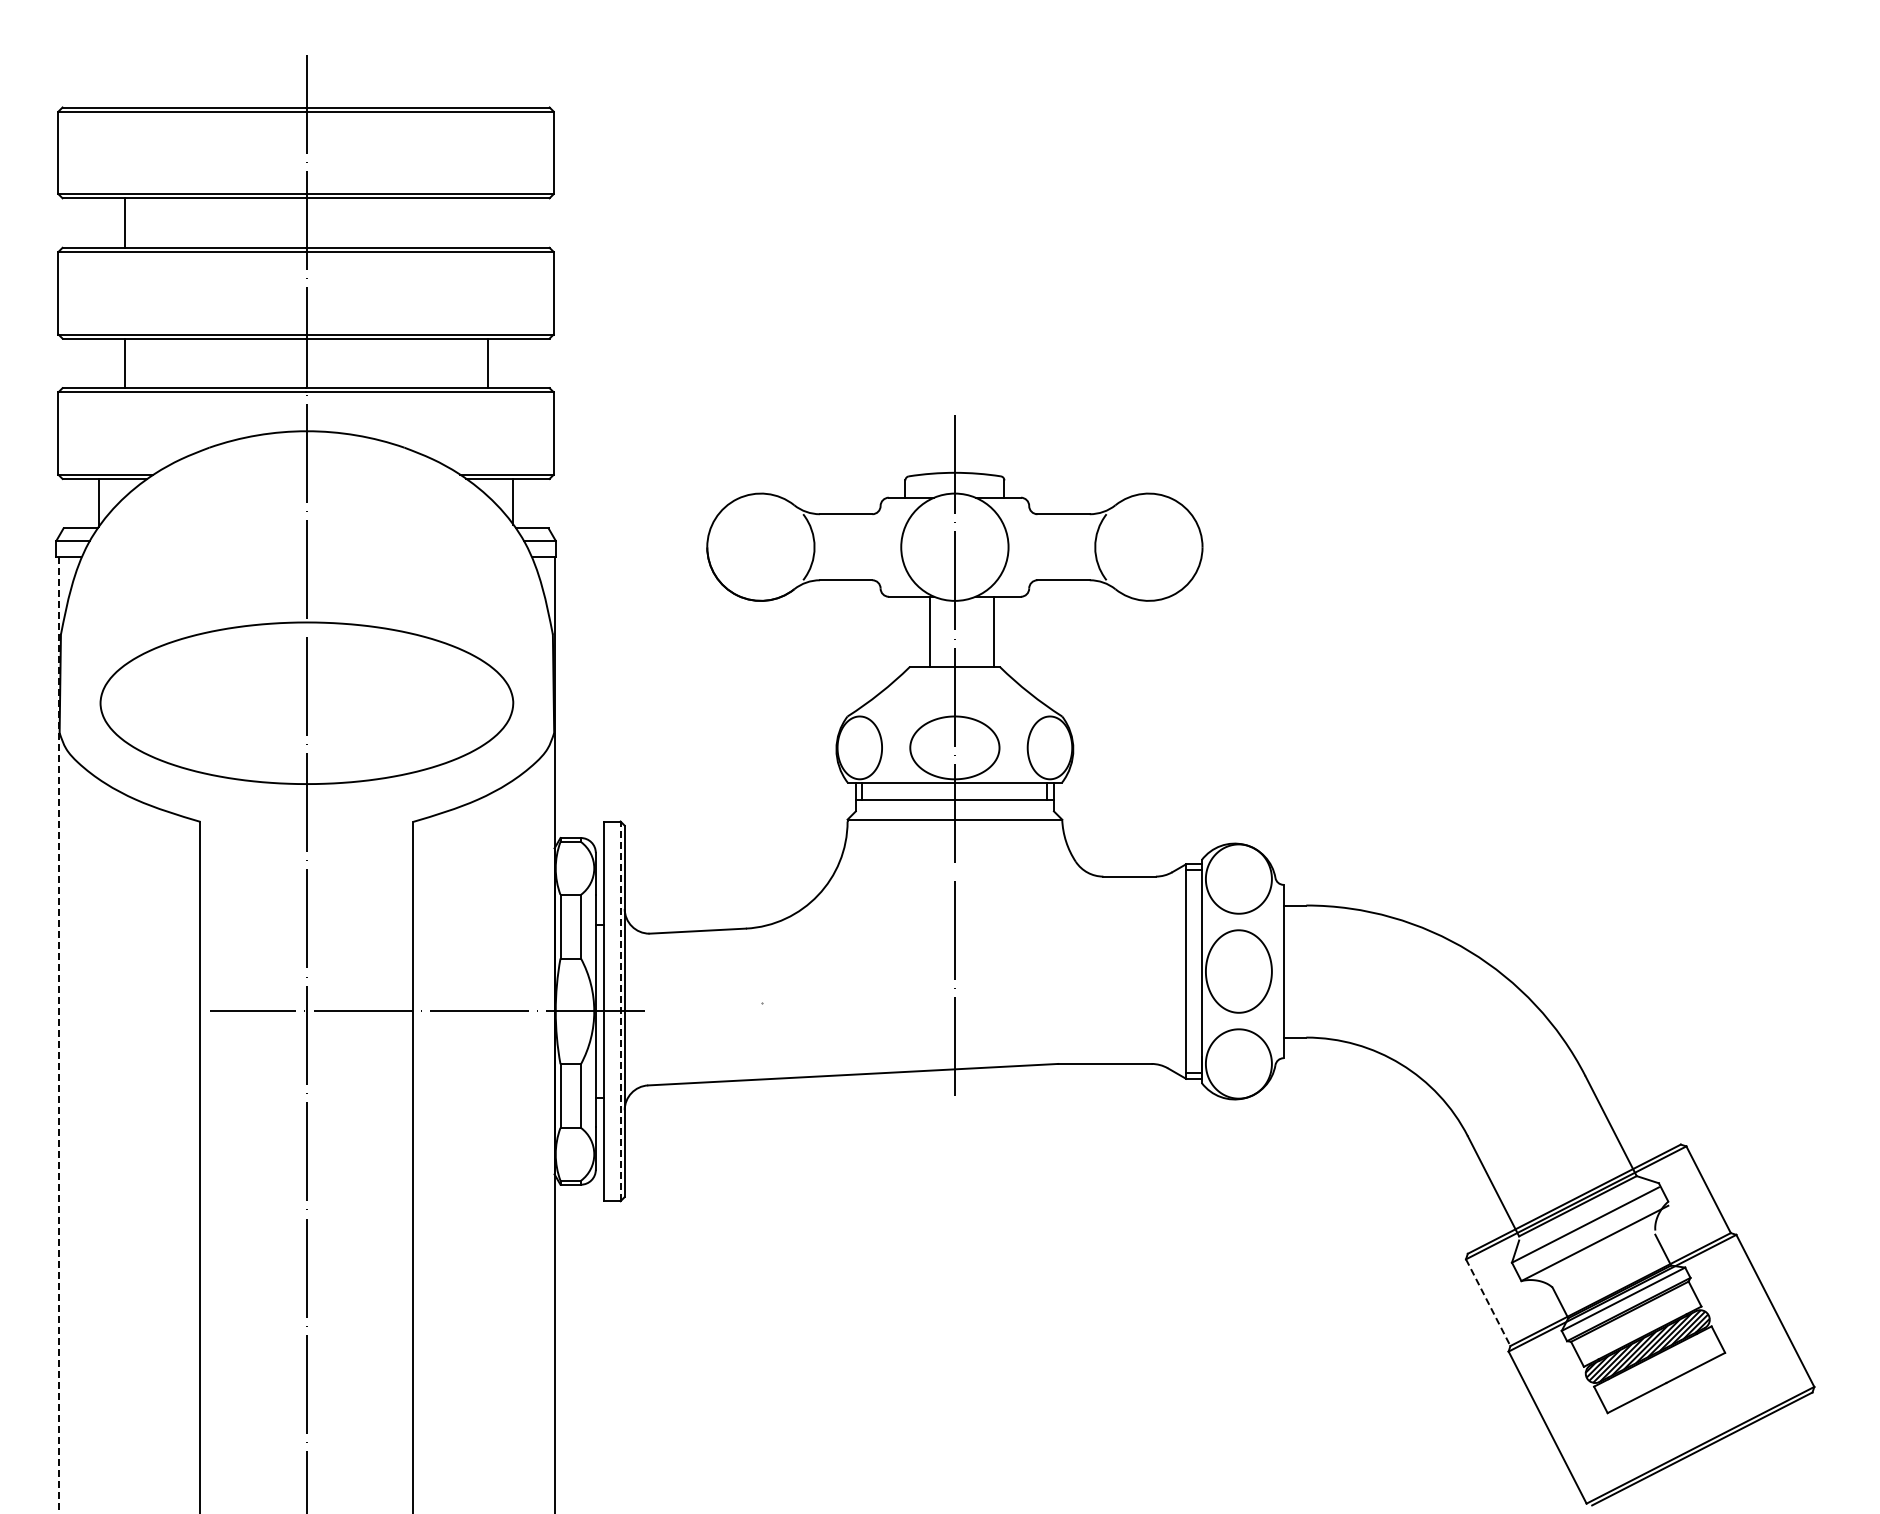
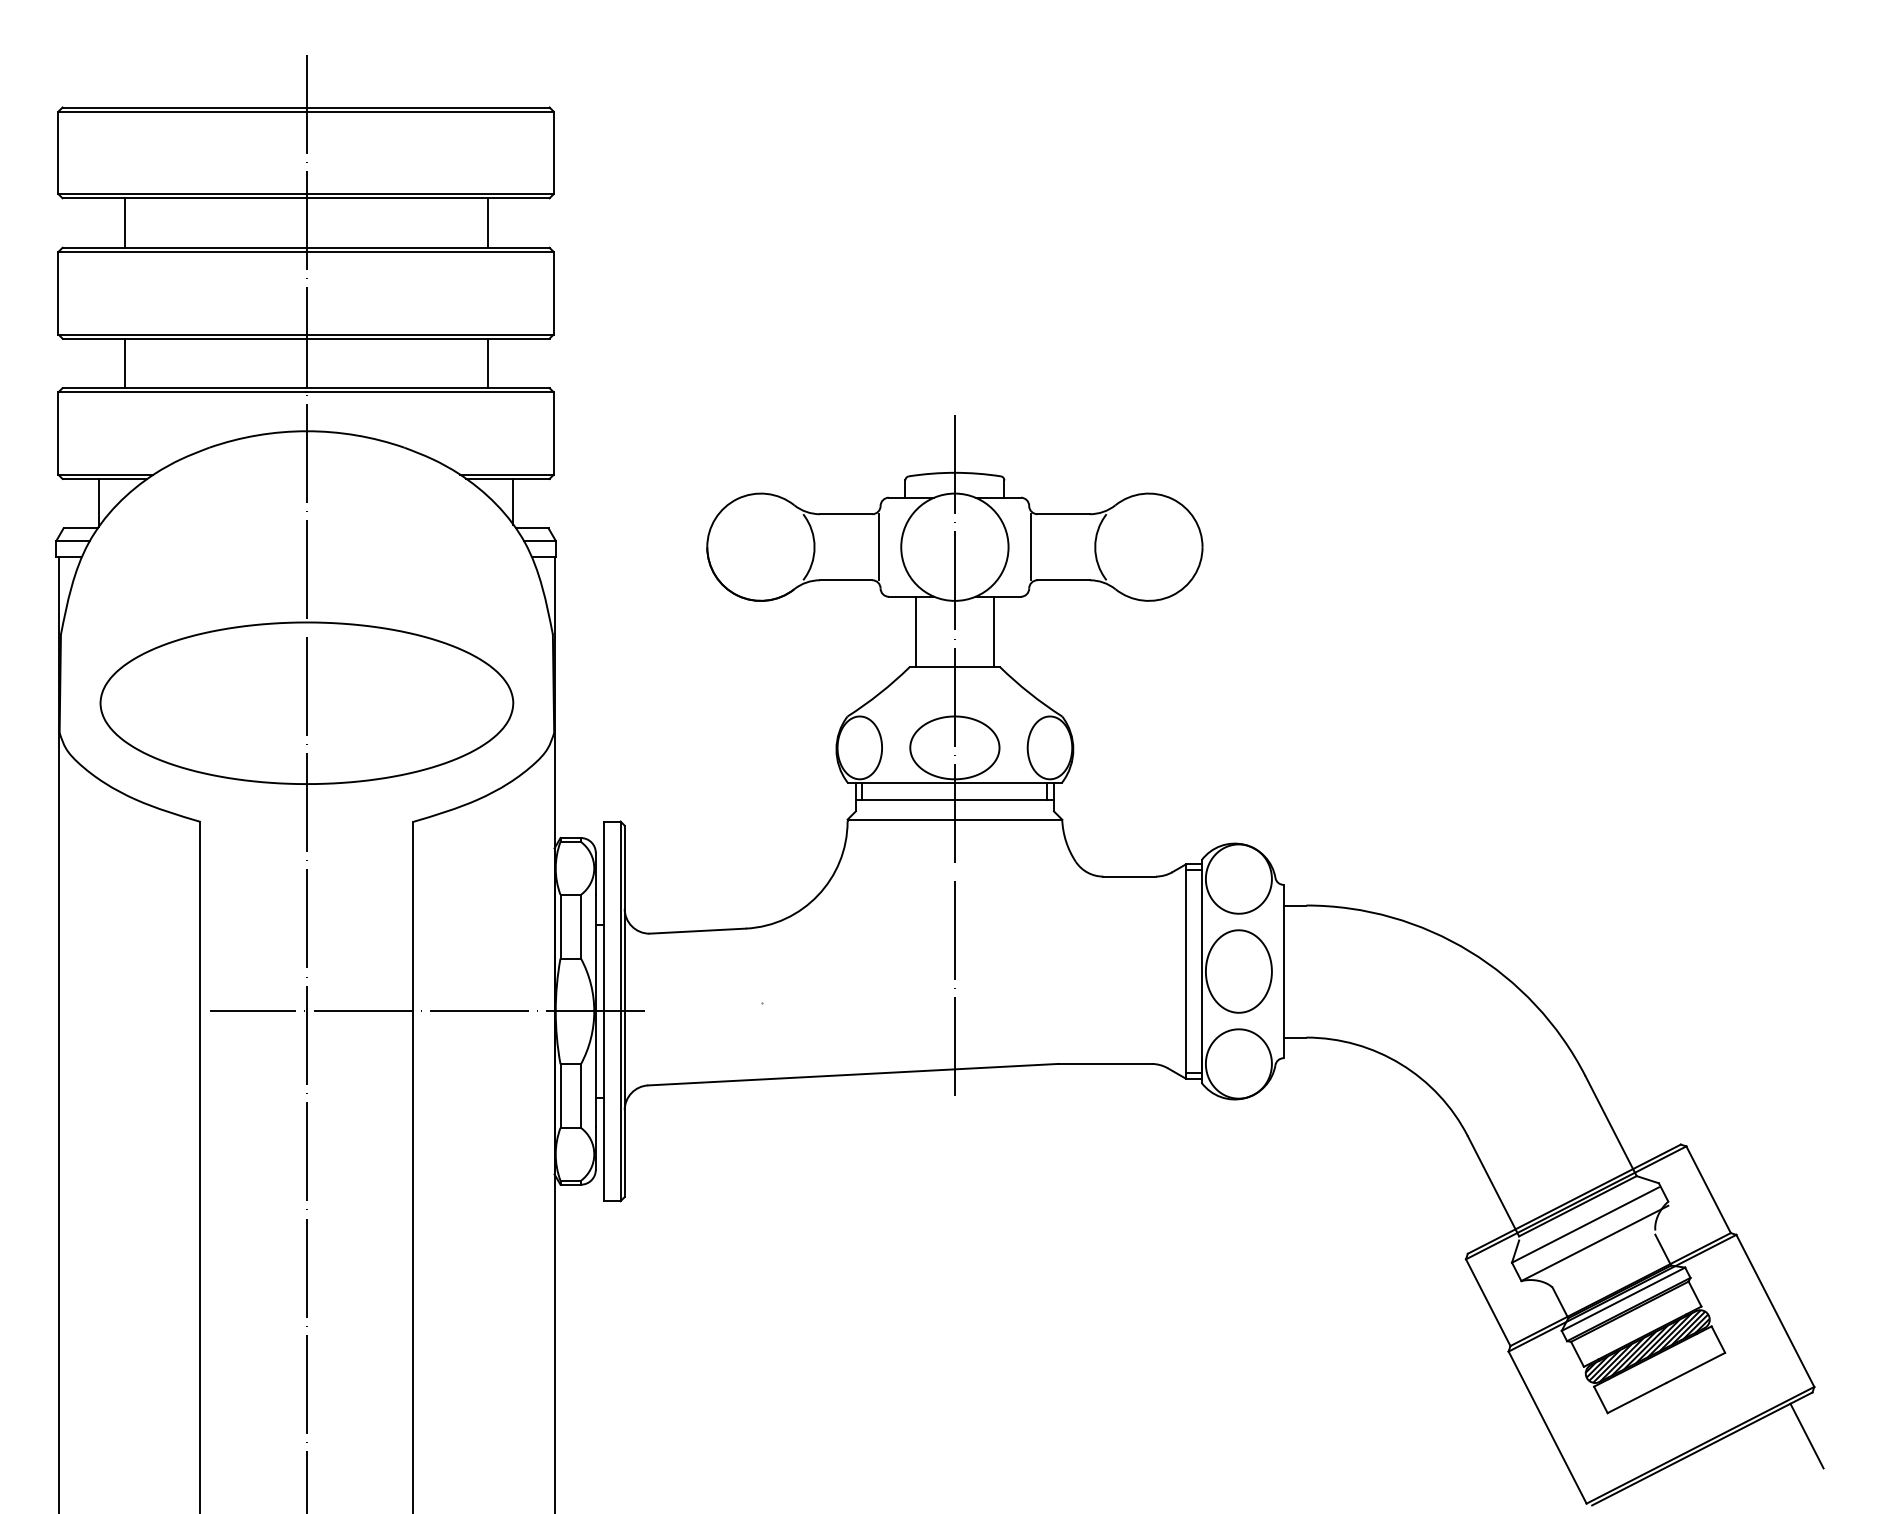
line at (487, 222): none -> present
line at (878, 547): none -> present
line at (1031, 547): none -> present
line at (929, 631) position: (929, 631) -> (915, 631)
line at (620, 1011): dashed -> solid
line at (59, 1035): dashed -> solid
line at (1488, 1302): dashed -> solid
line at (1806, 1435): none -> present
